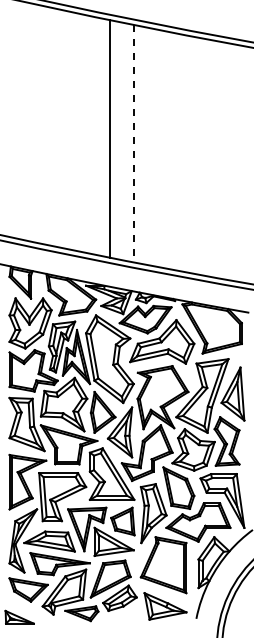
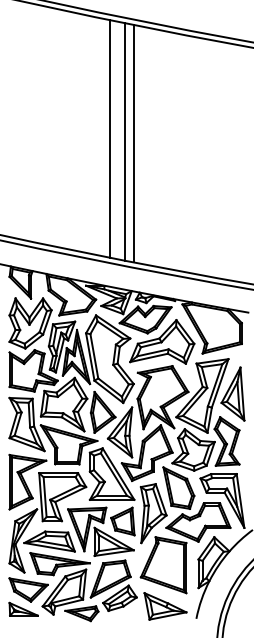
line at (124, 141): none -> present
line at (133, 143): dashed -> solid
part at (19, 616) position: (19, 616) -> (23, 608)
